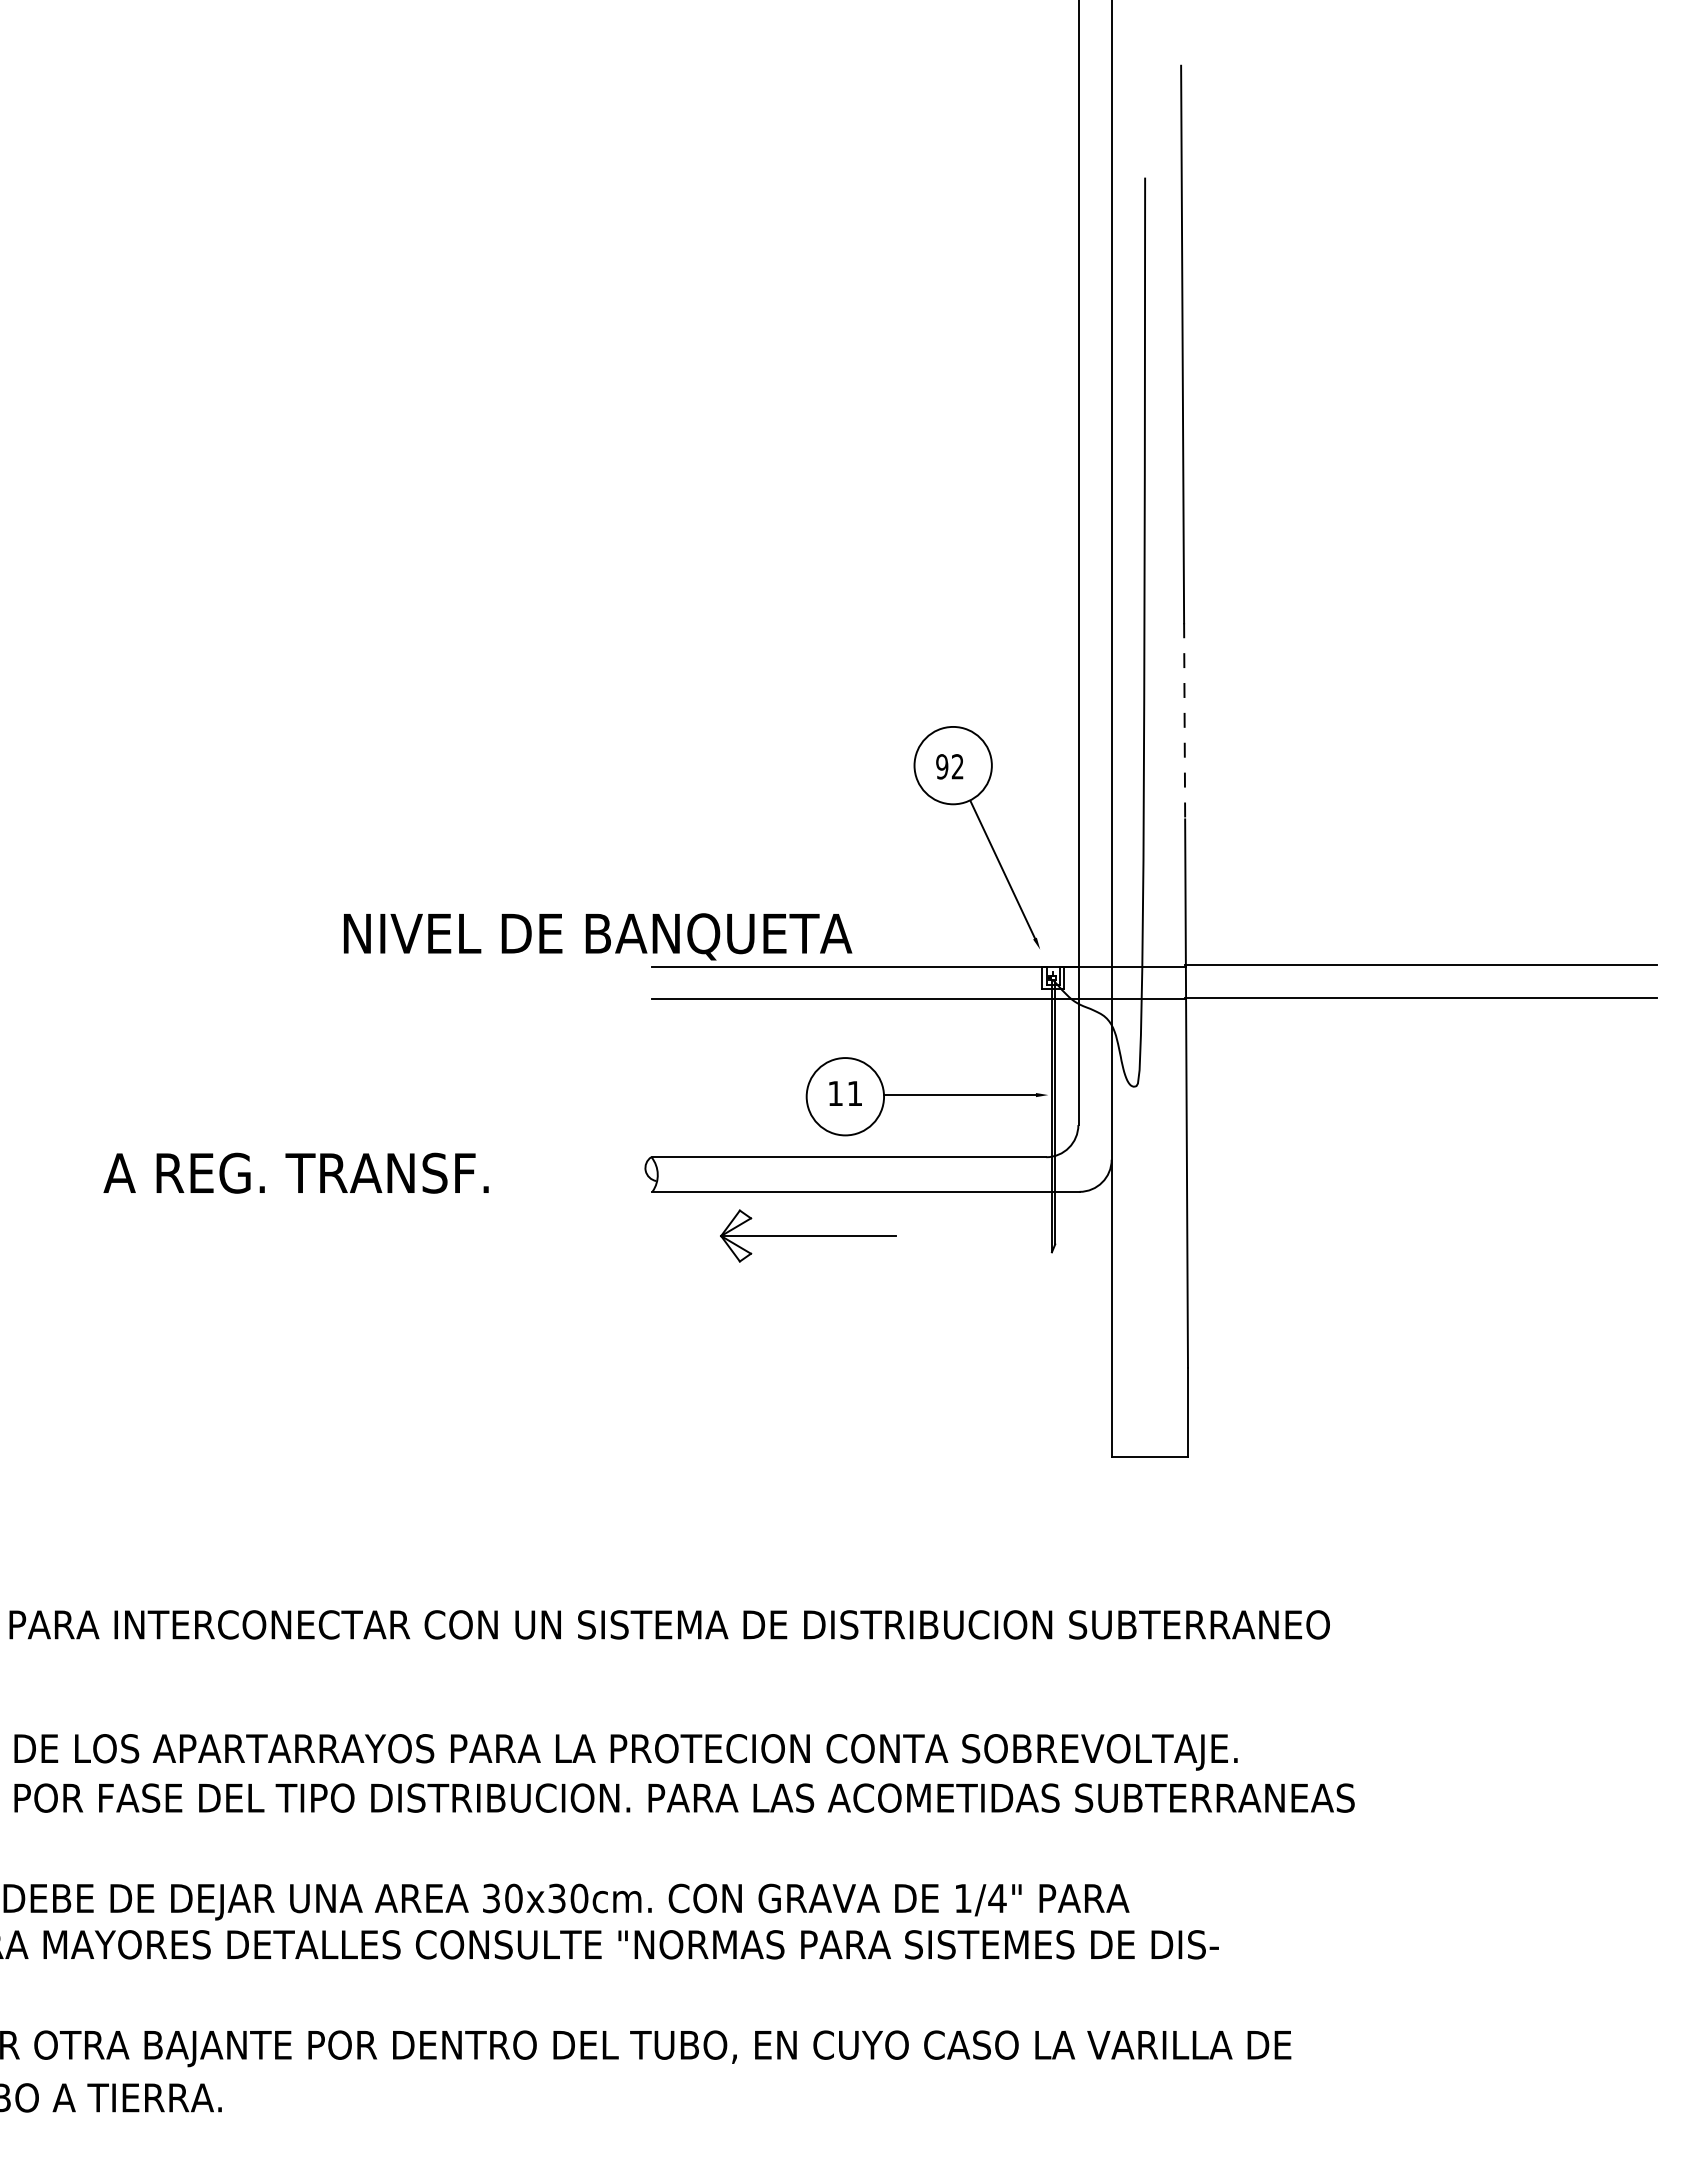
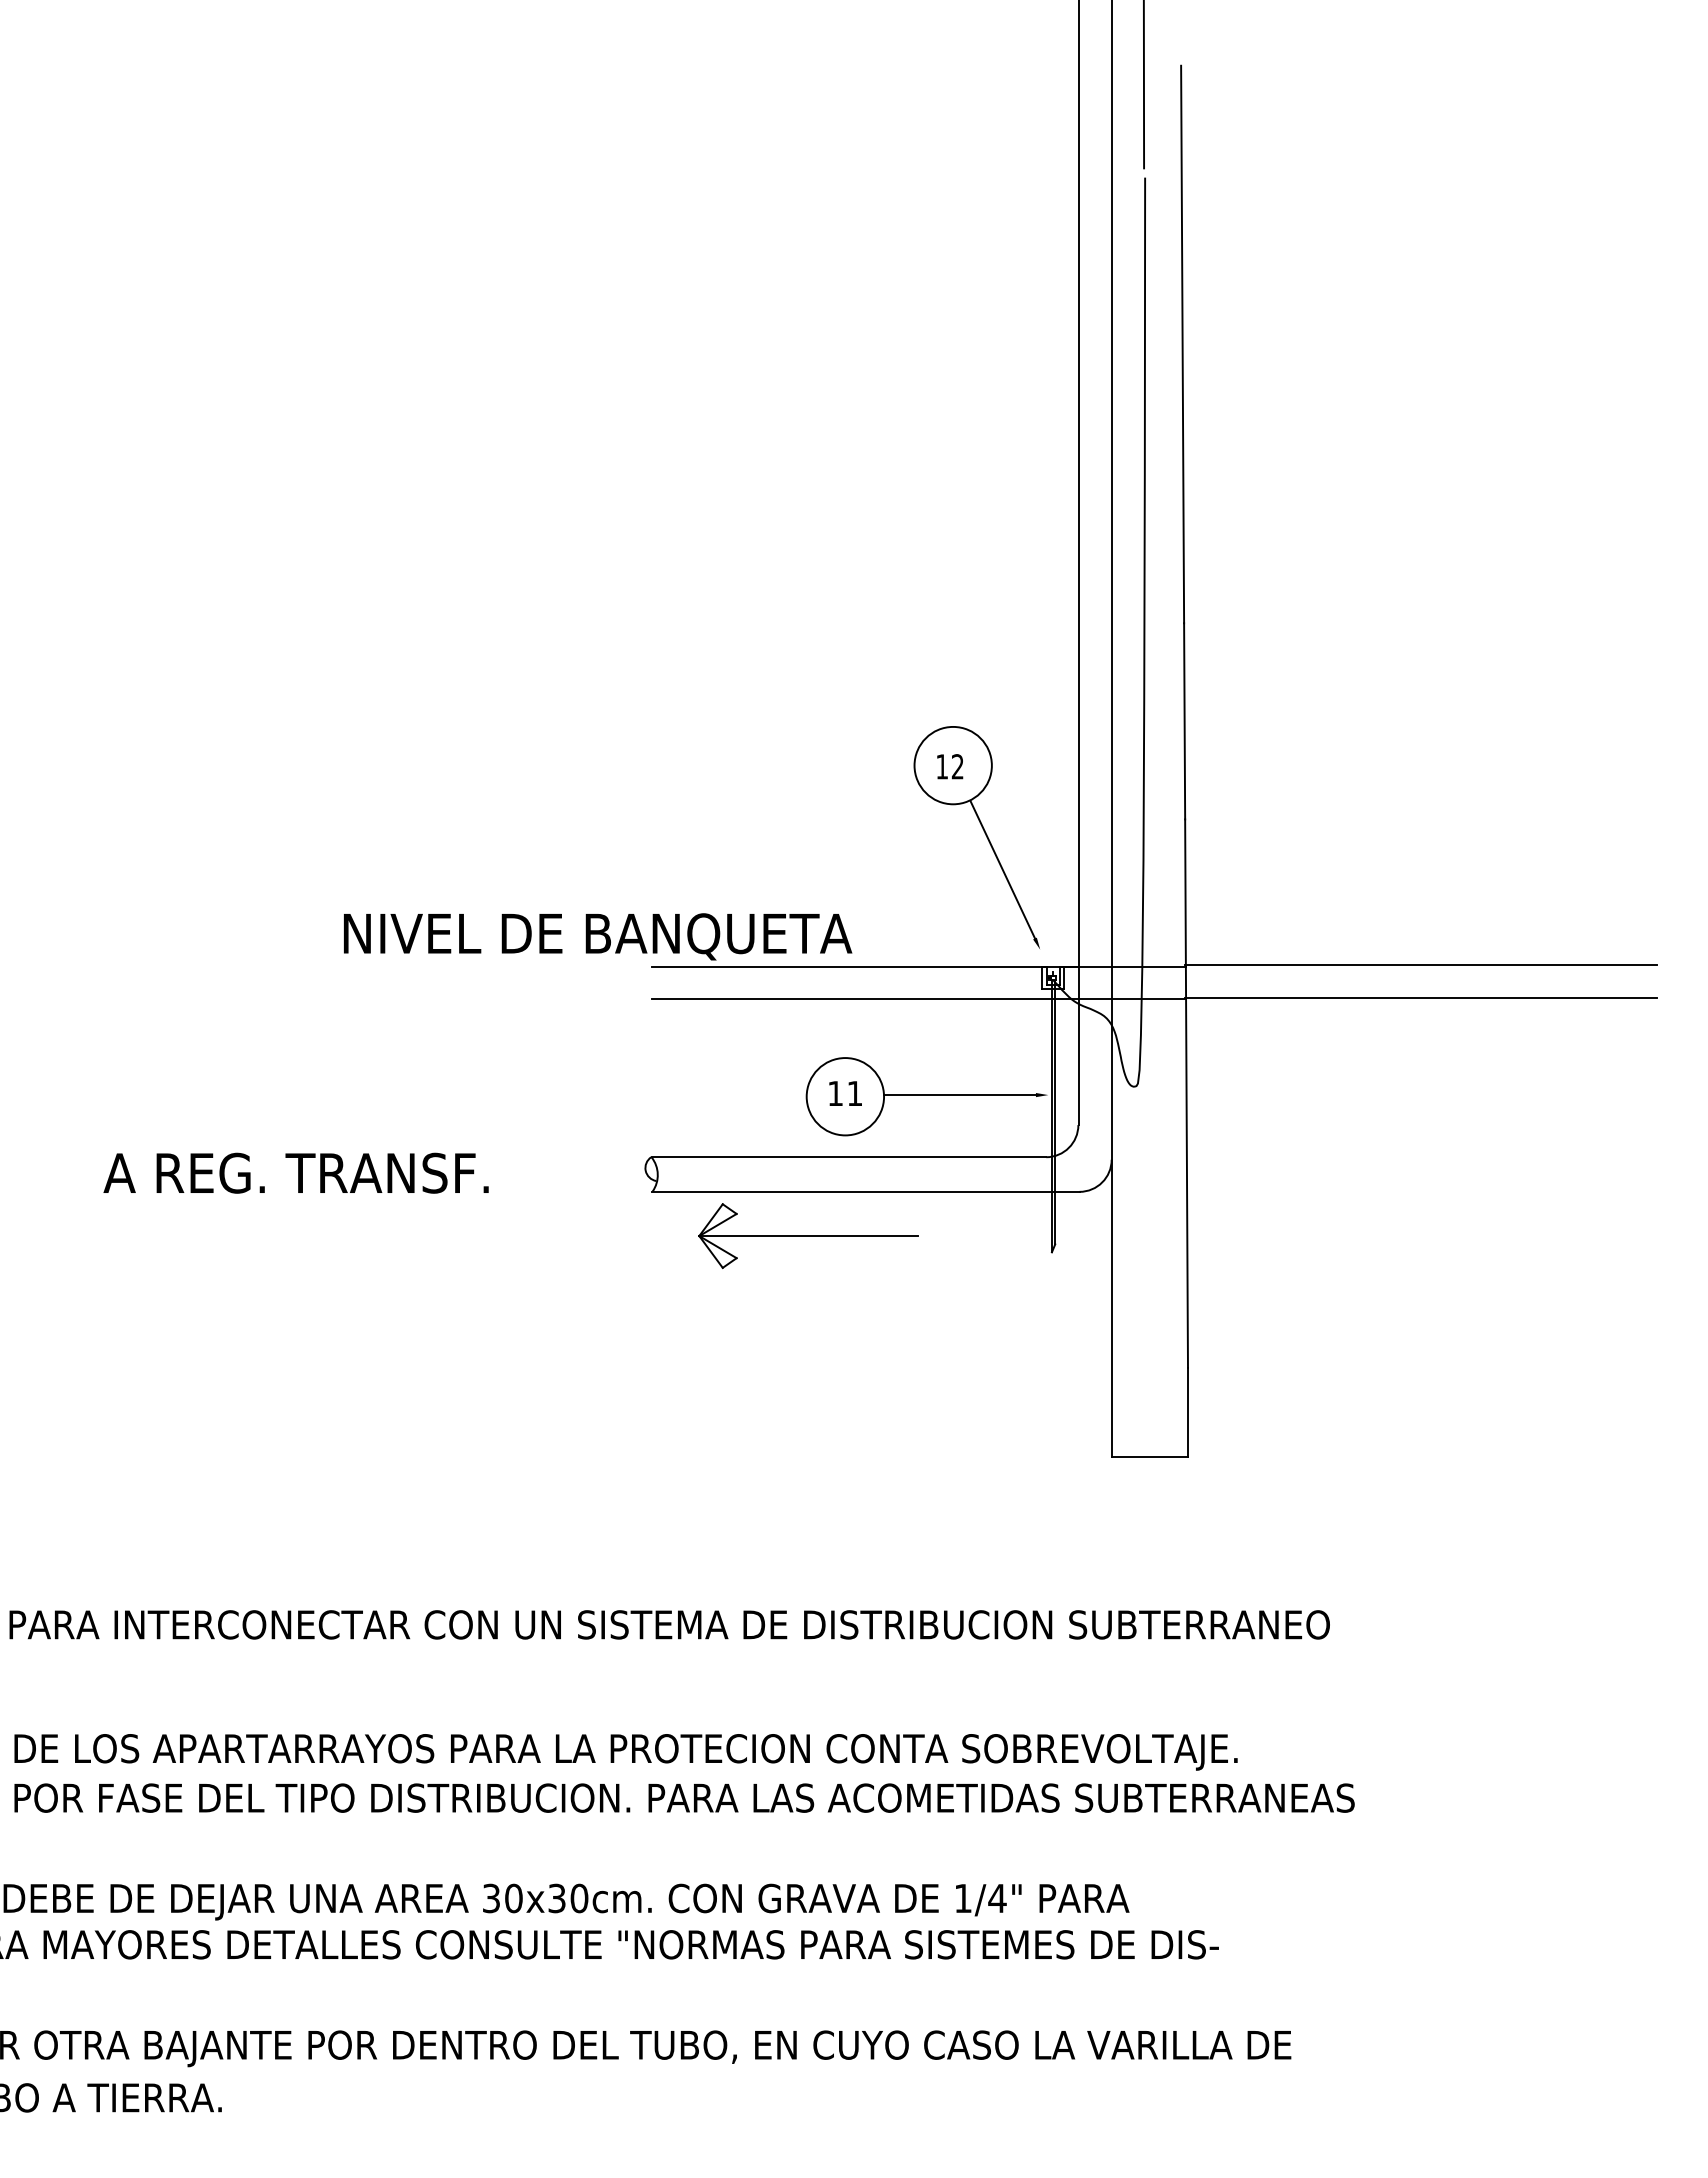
line at (1143, 85): none -> present
line at (1184, 721): dashed -> solid
text at (942, 766): 92 -> 12
part at (808, 1235) size: 177x54 px -> 221x66 px
